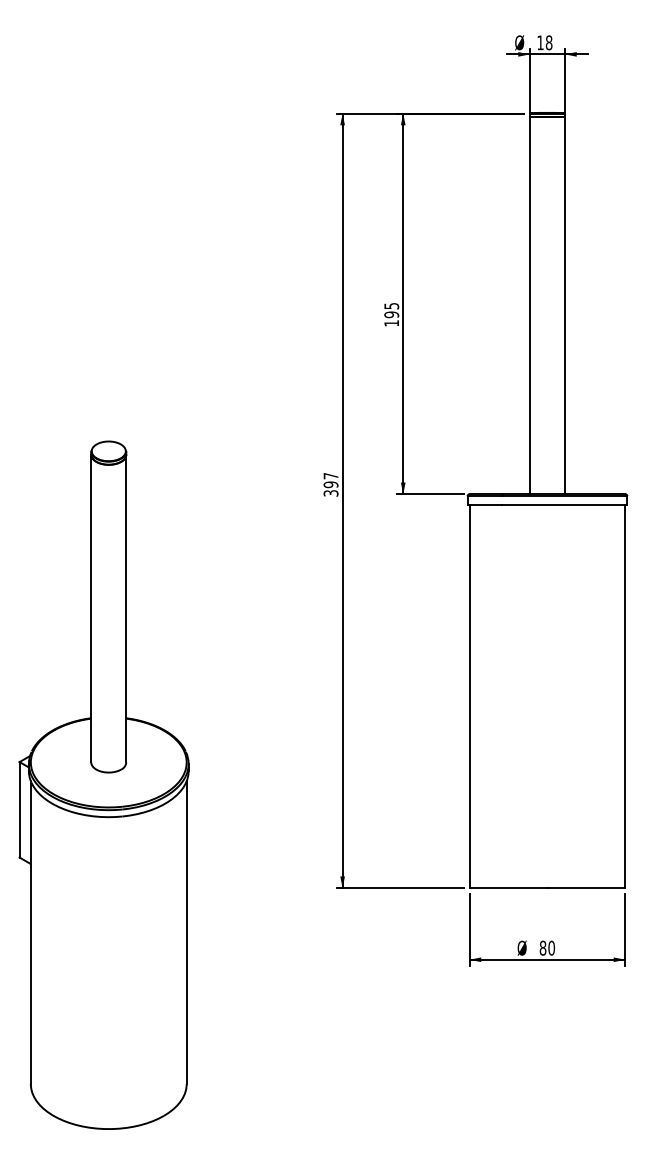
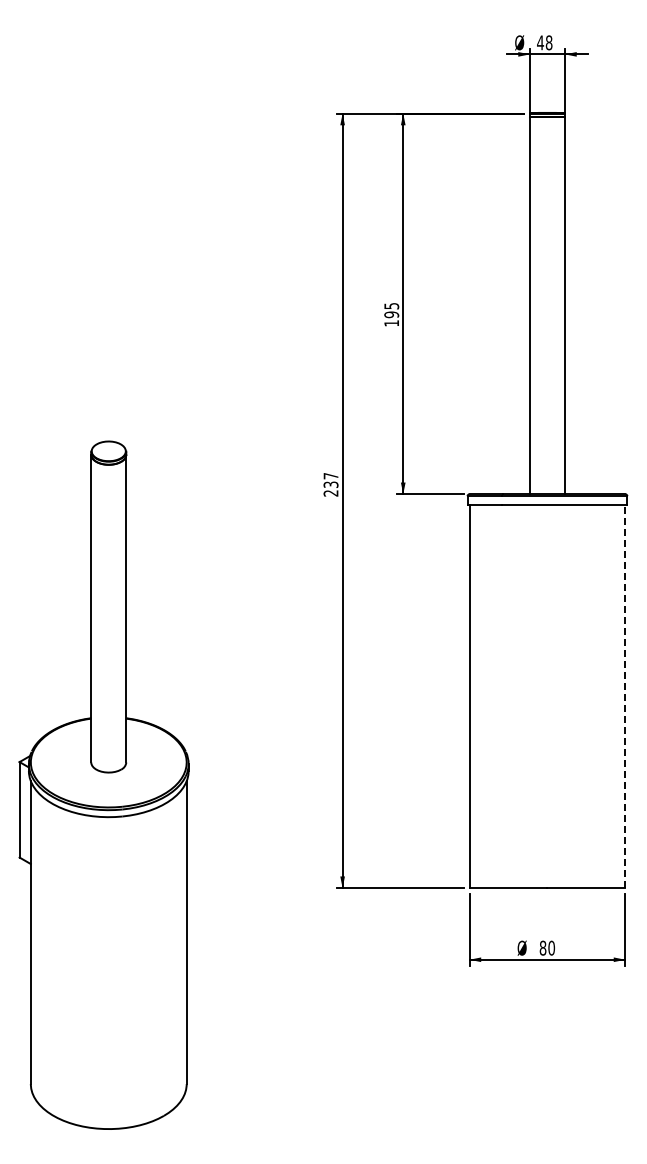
text at (540, 42): 18 -> 48
text at (330, 488): 397 -> 237
line at (625, 696): solid -> dashed
